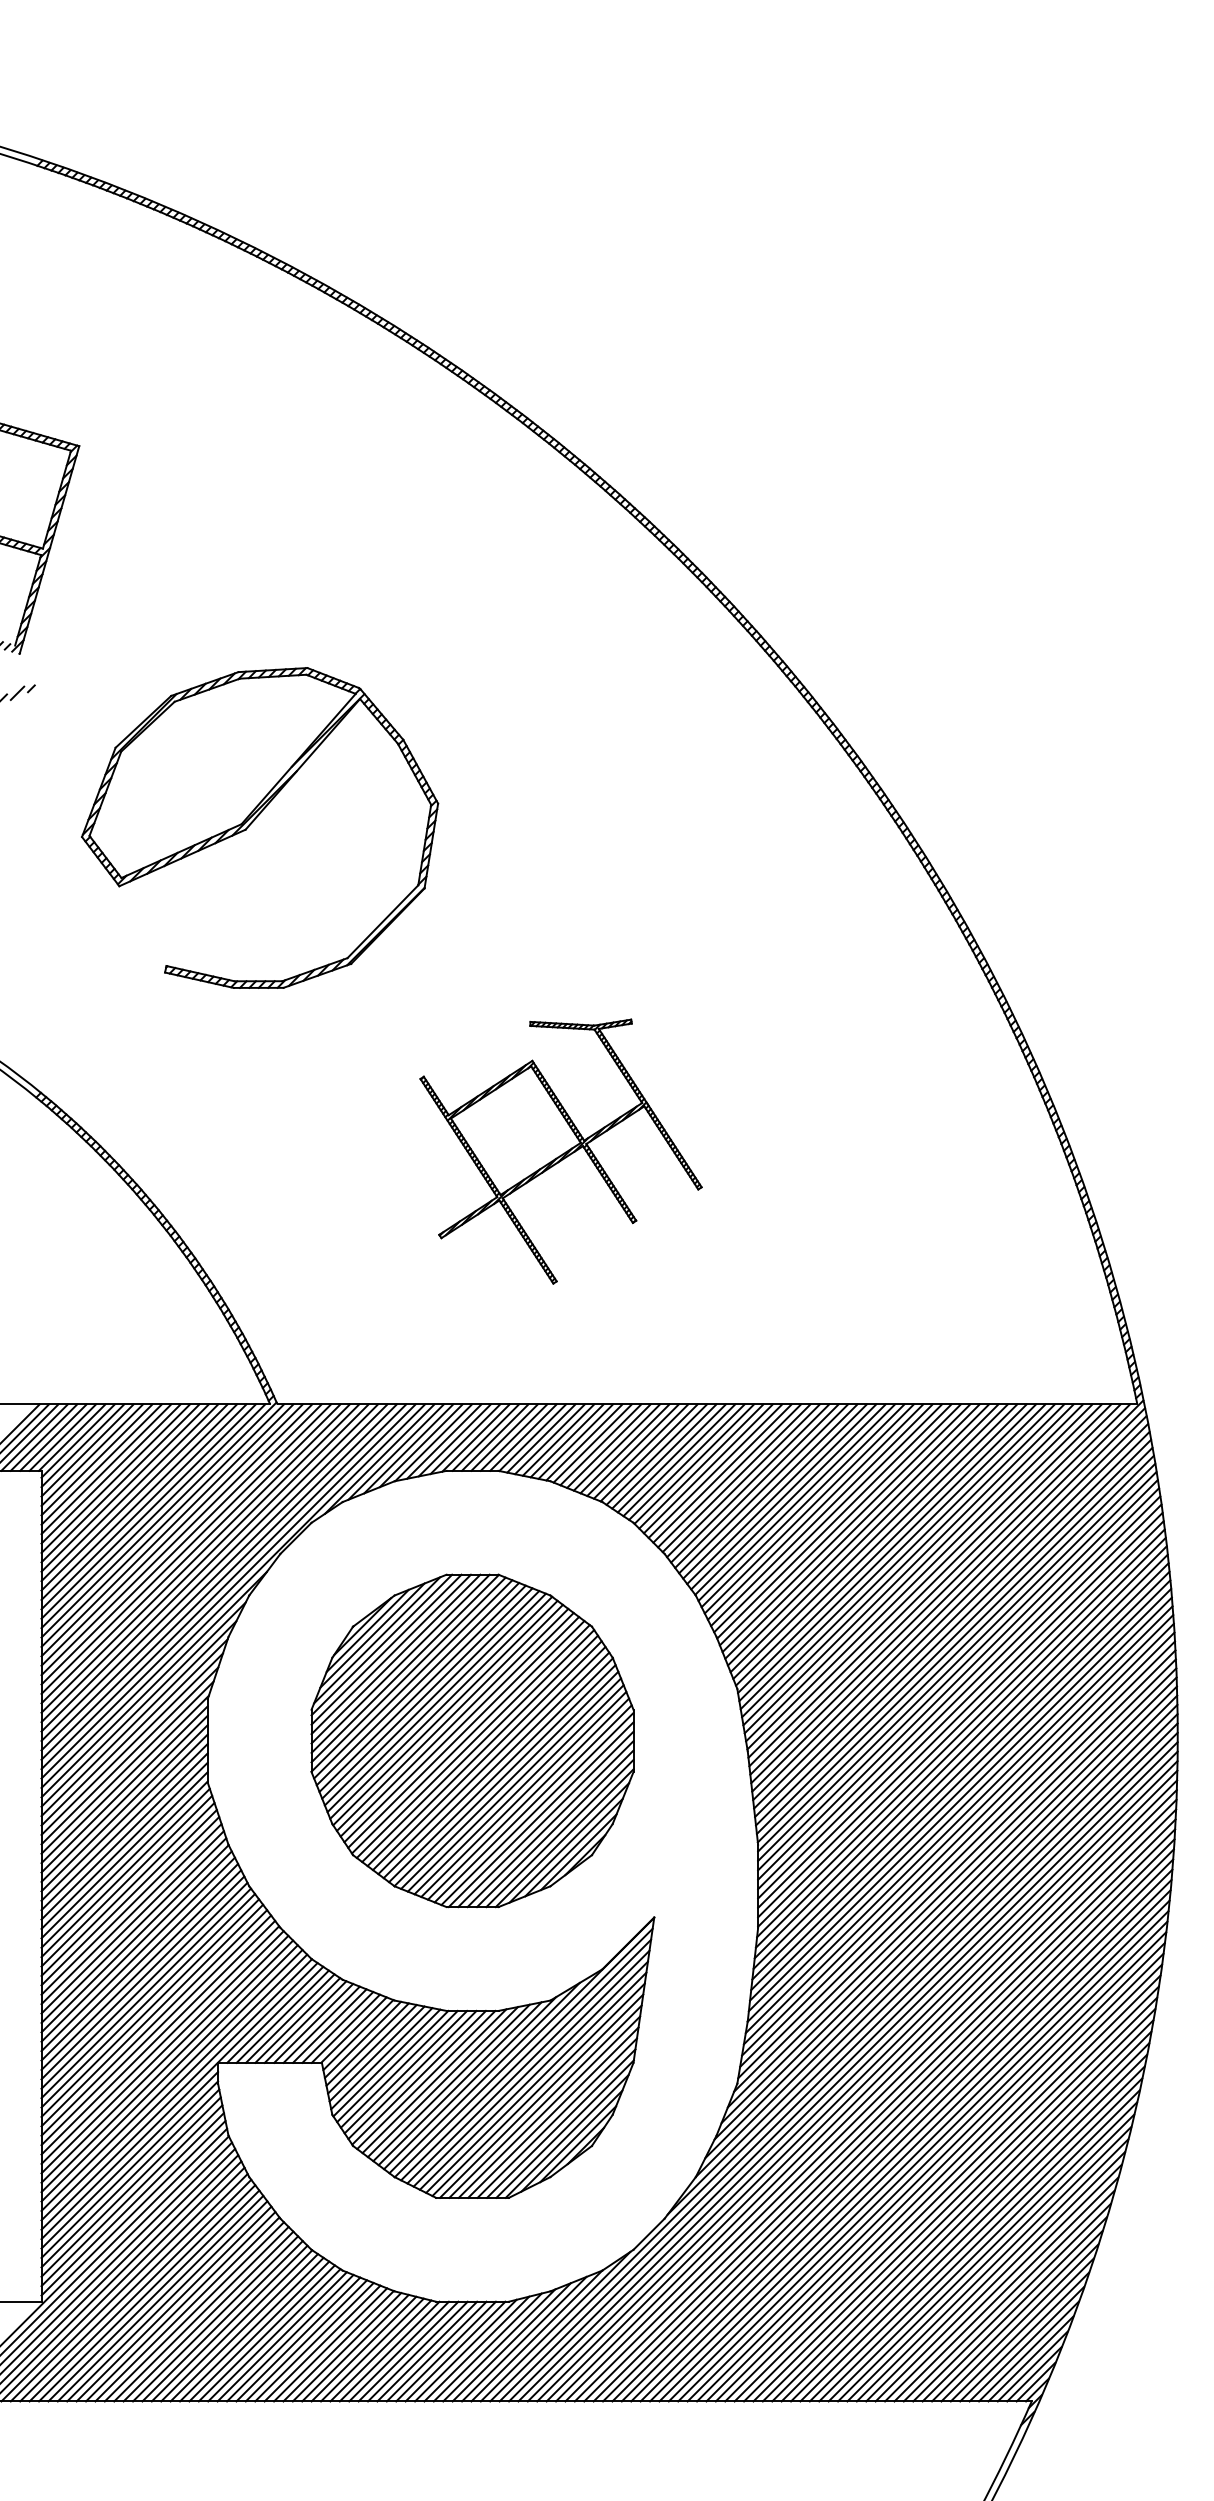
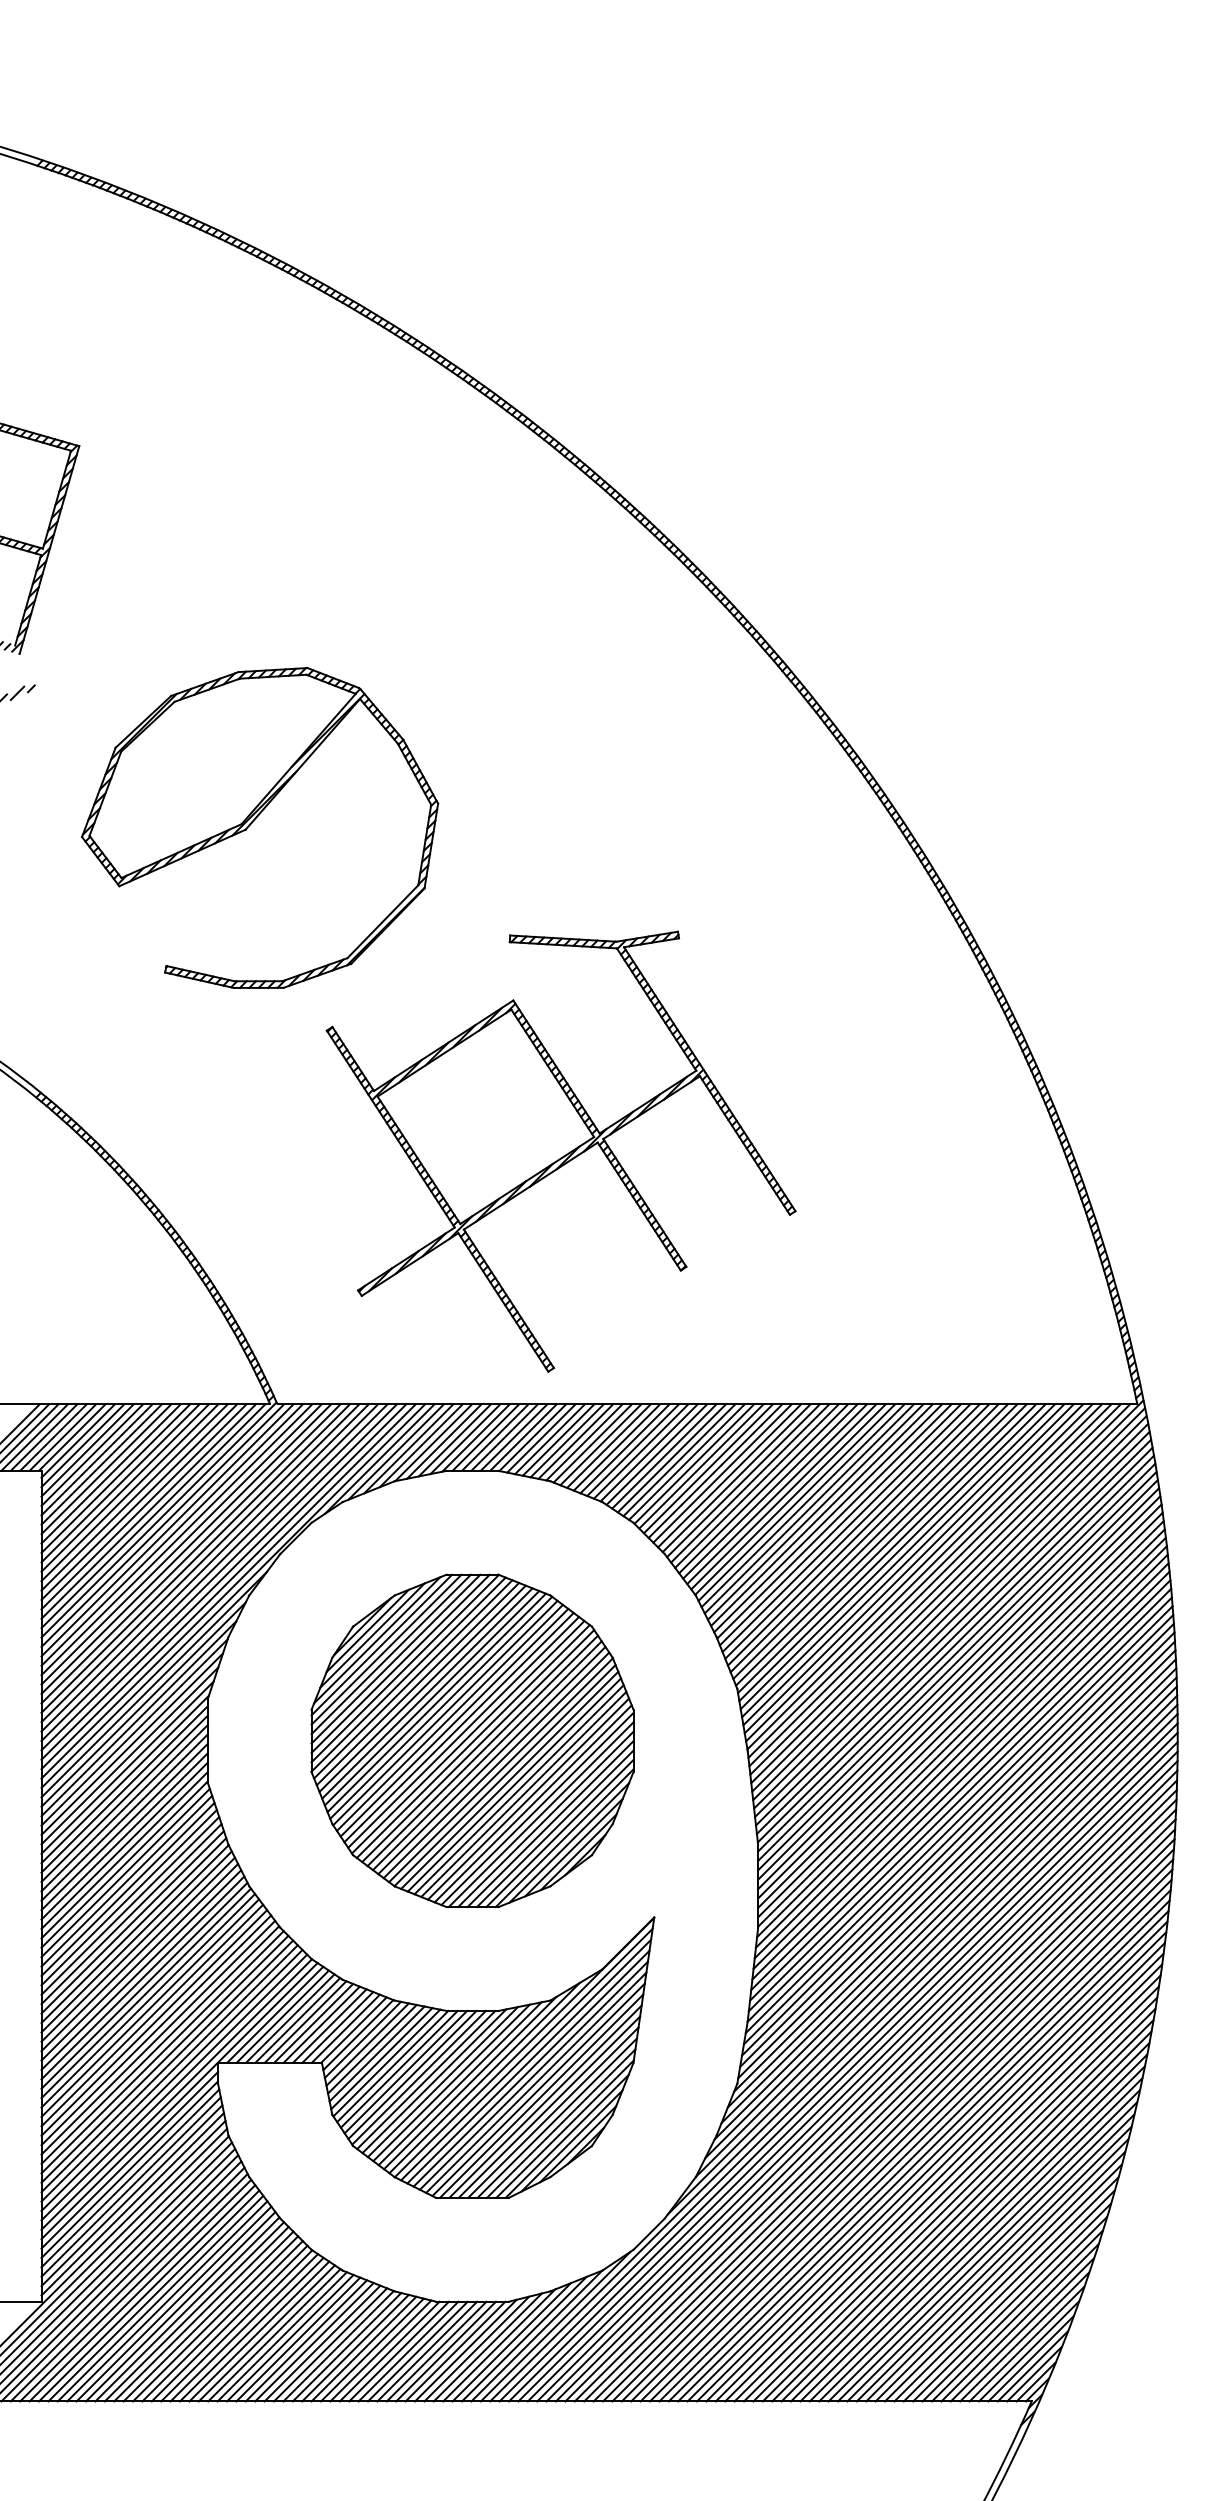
part at (560, 1151) size: 284x267 px -> 472x443 px
